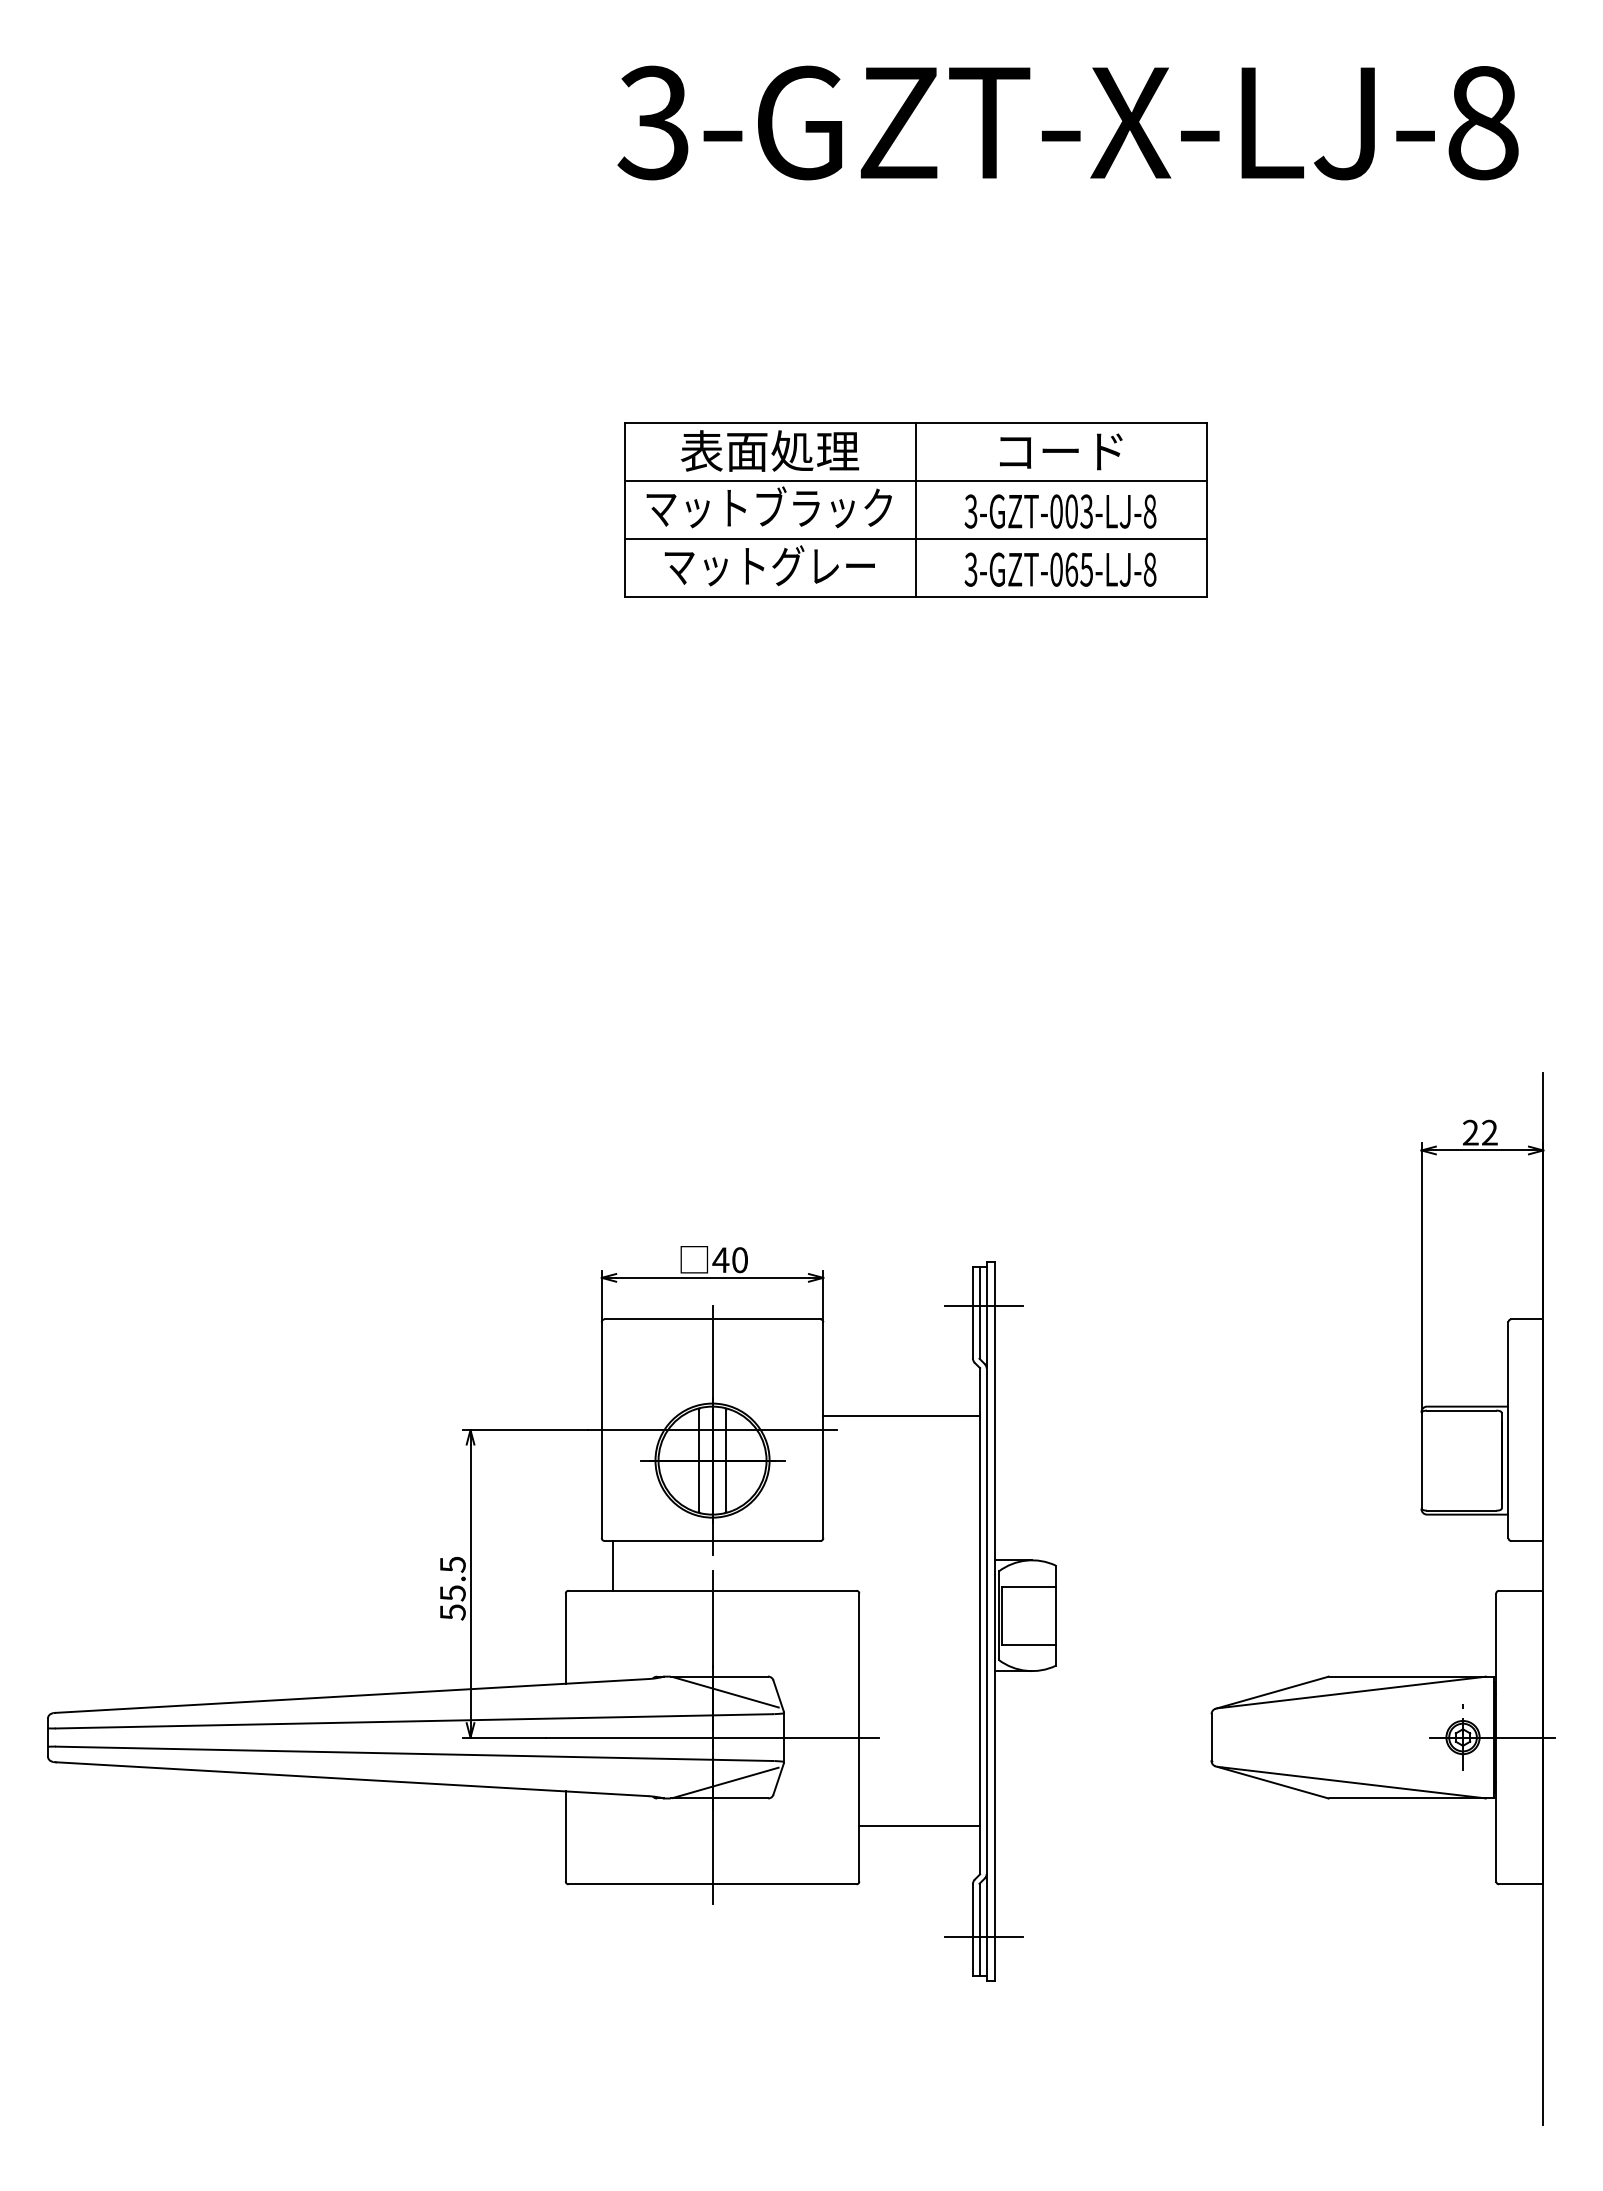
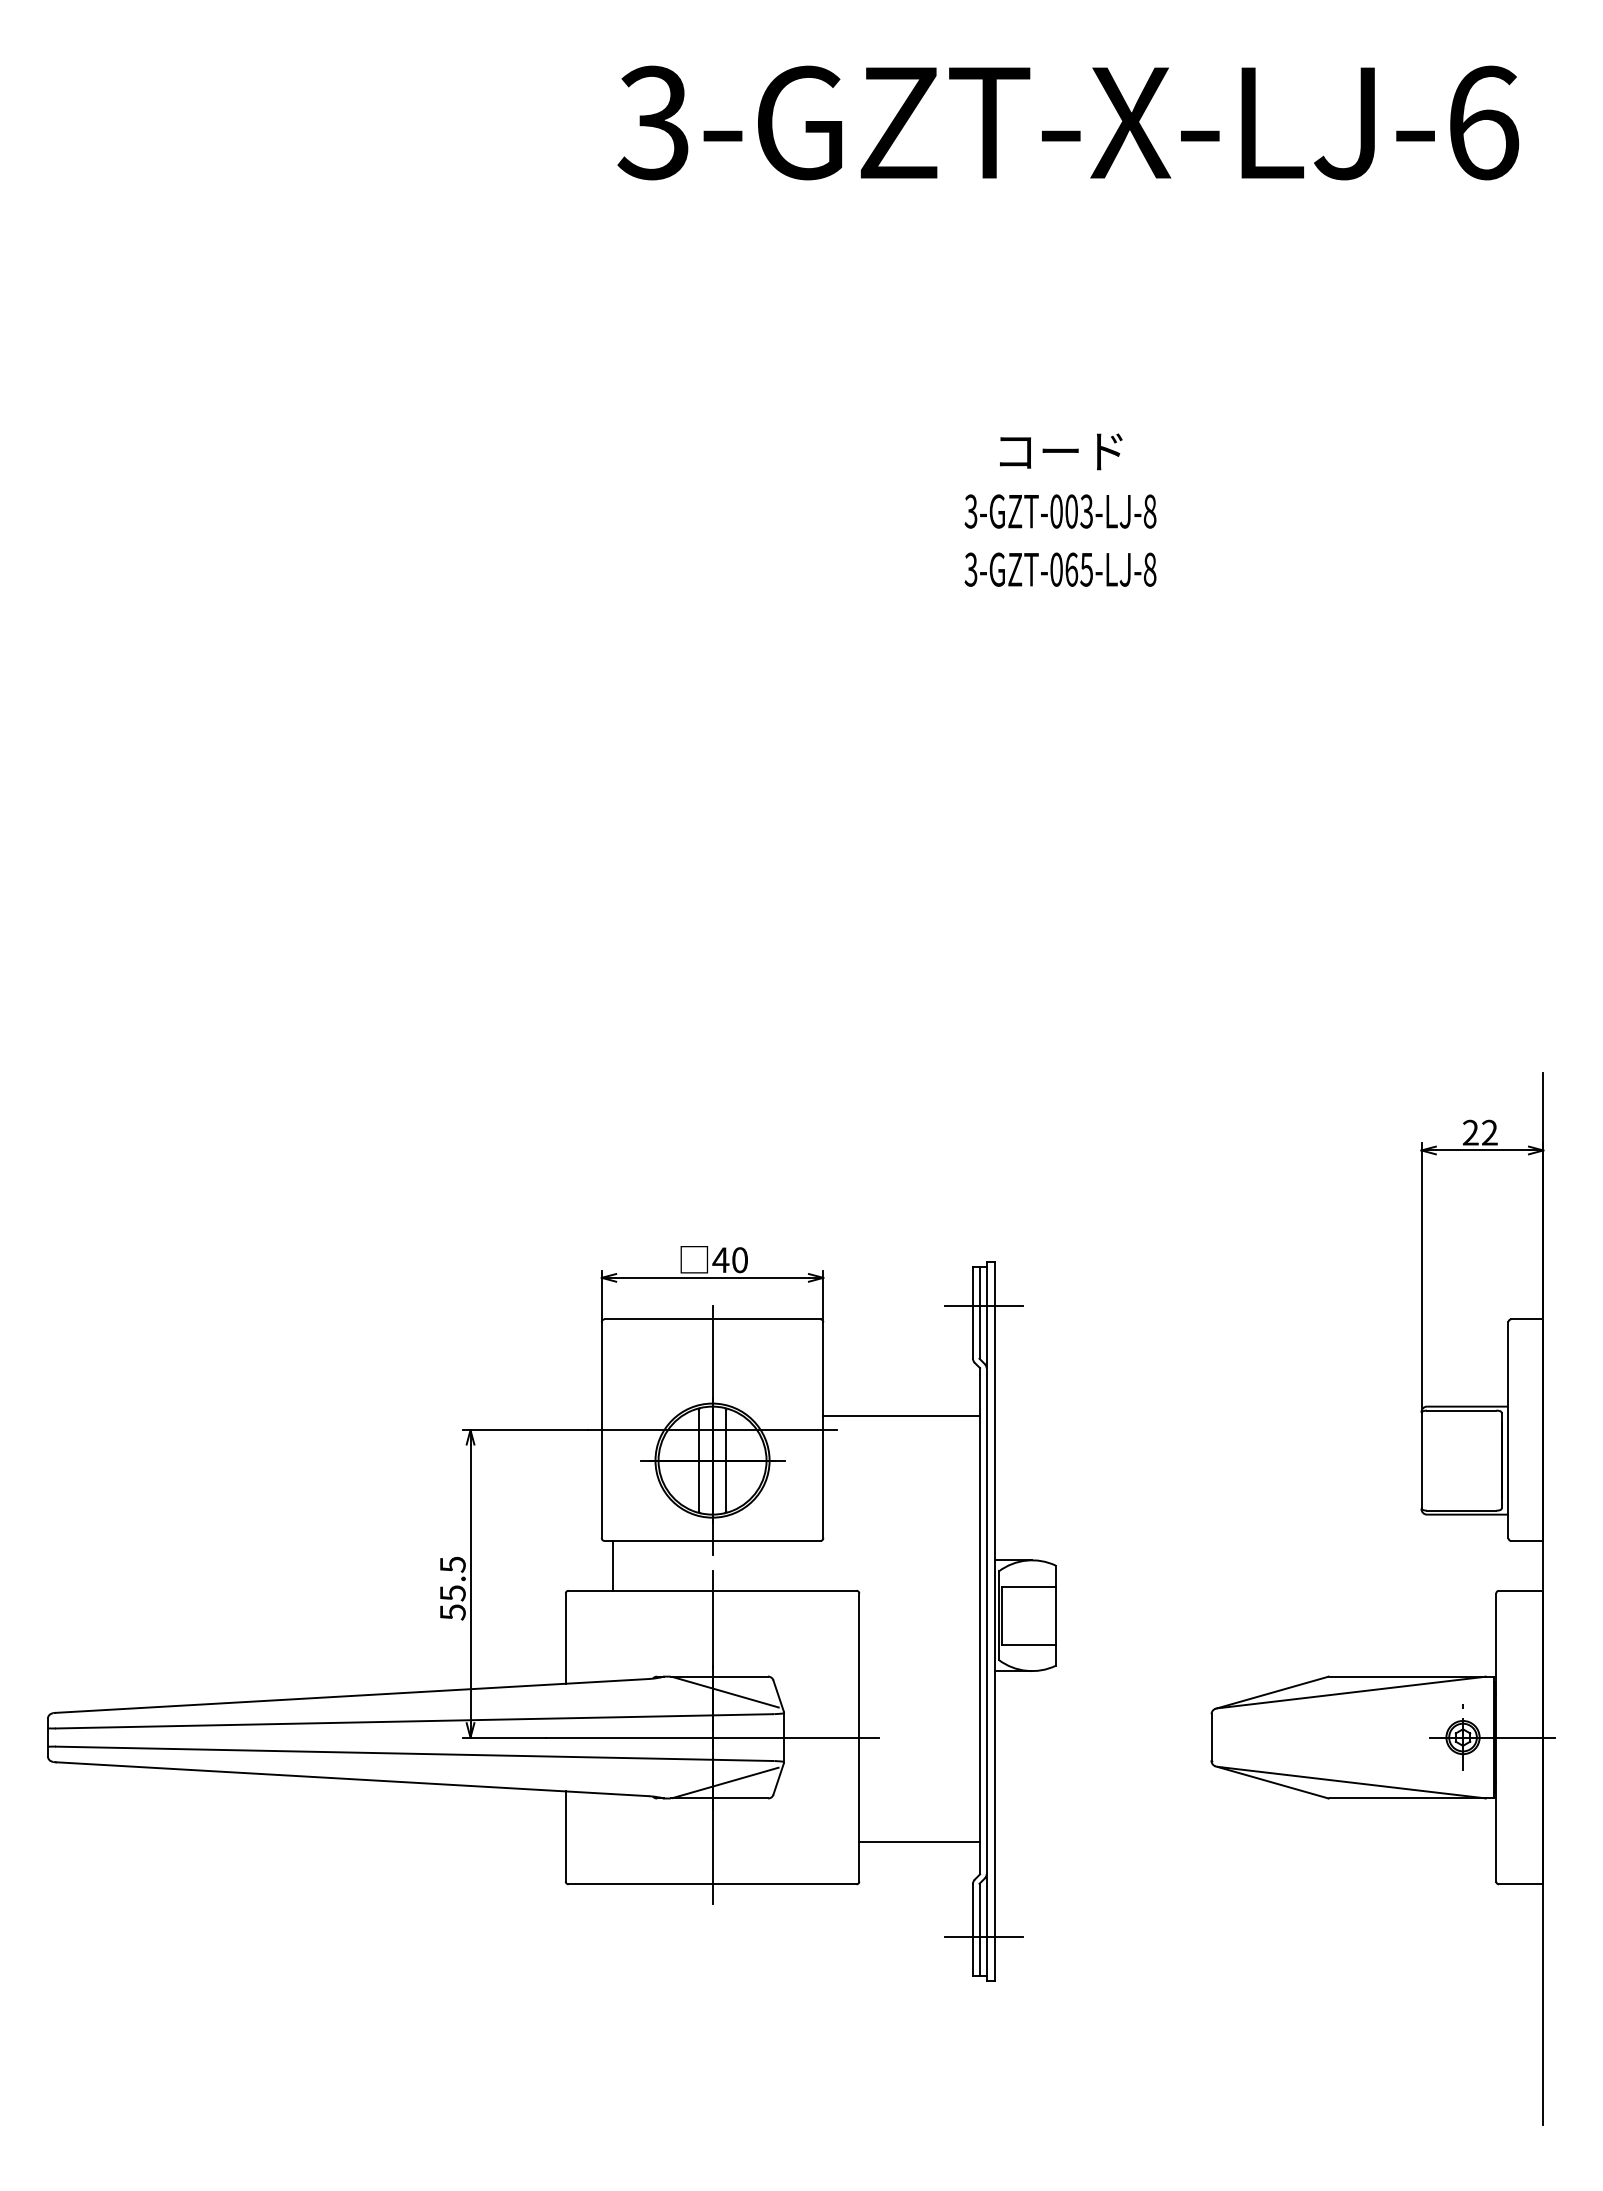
text at (1483, 122): 3-GZT-X-LJ-8 -> 3-GZT-X-LJ-6
part at (915, 509): present -> none
line at (919, 1826) position: (919, 1826) -> (919, 1842)
